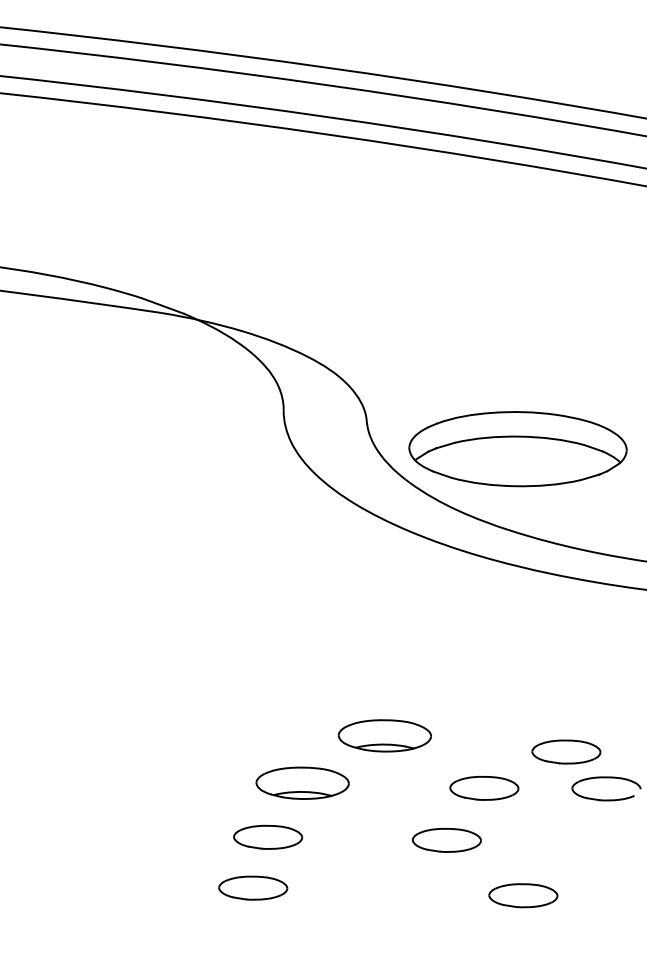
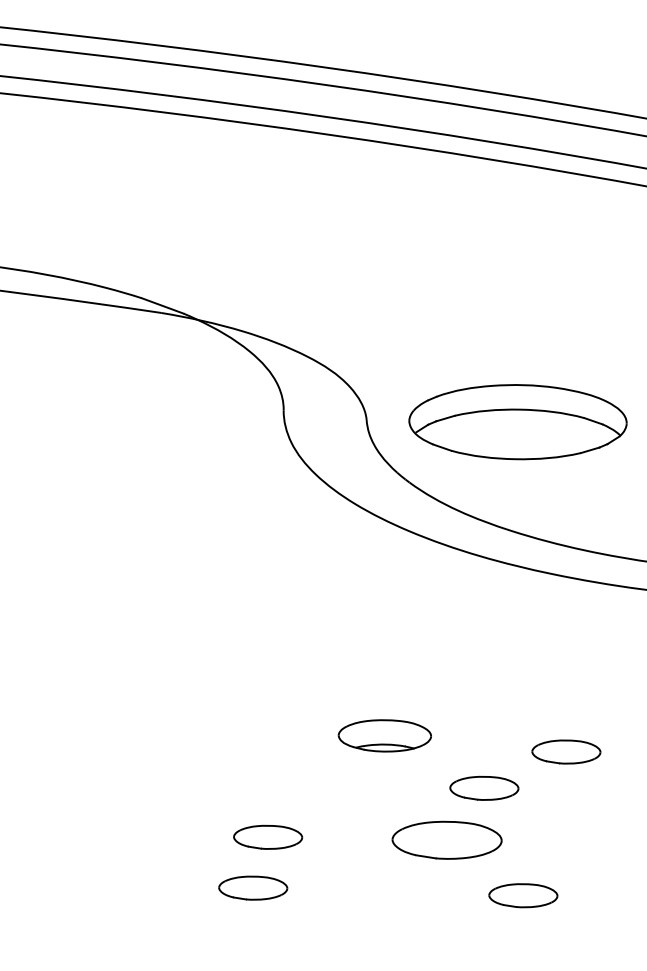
part at (517, 449) position: (517, 449) -> (517, 422)
part at (606, 778): present -> none
part at (302, 782): present -> none
part at (446, 840) size: 71x25 px -> 112x40 px
